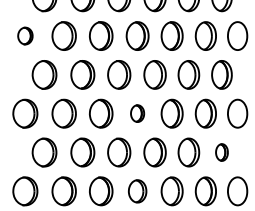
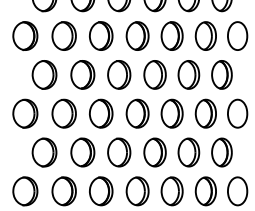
part at (25, 35) size: 17x20 px -> 27x30 px
part at (137, 113) size: 16x19 px -> 25x31 px
part at (221, 152) size: 14x19 px -> 22x31 px
part at (137, 191) size: 20x25 px -> 25x31 px
